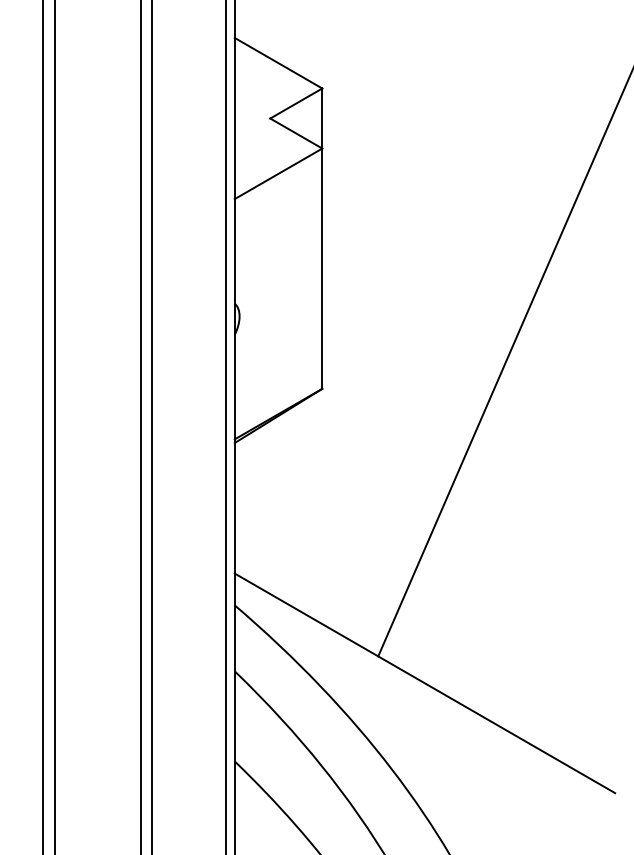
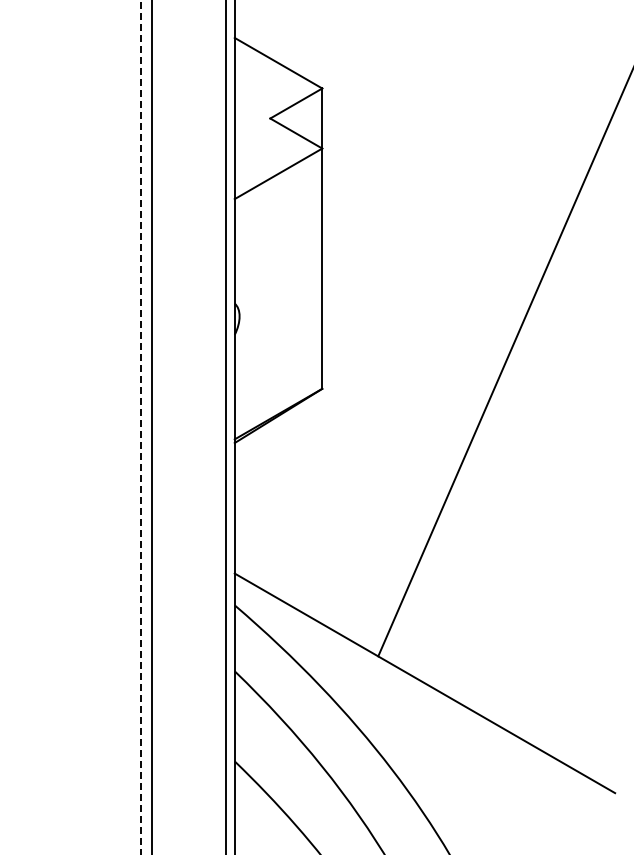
line at (42, 426): present -> none
line at (55, 426): present -> none
line at (141, 427): solid -> dashed
